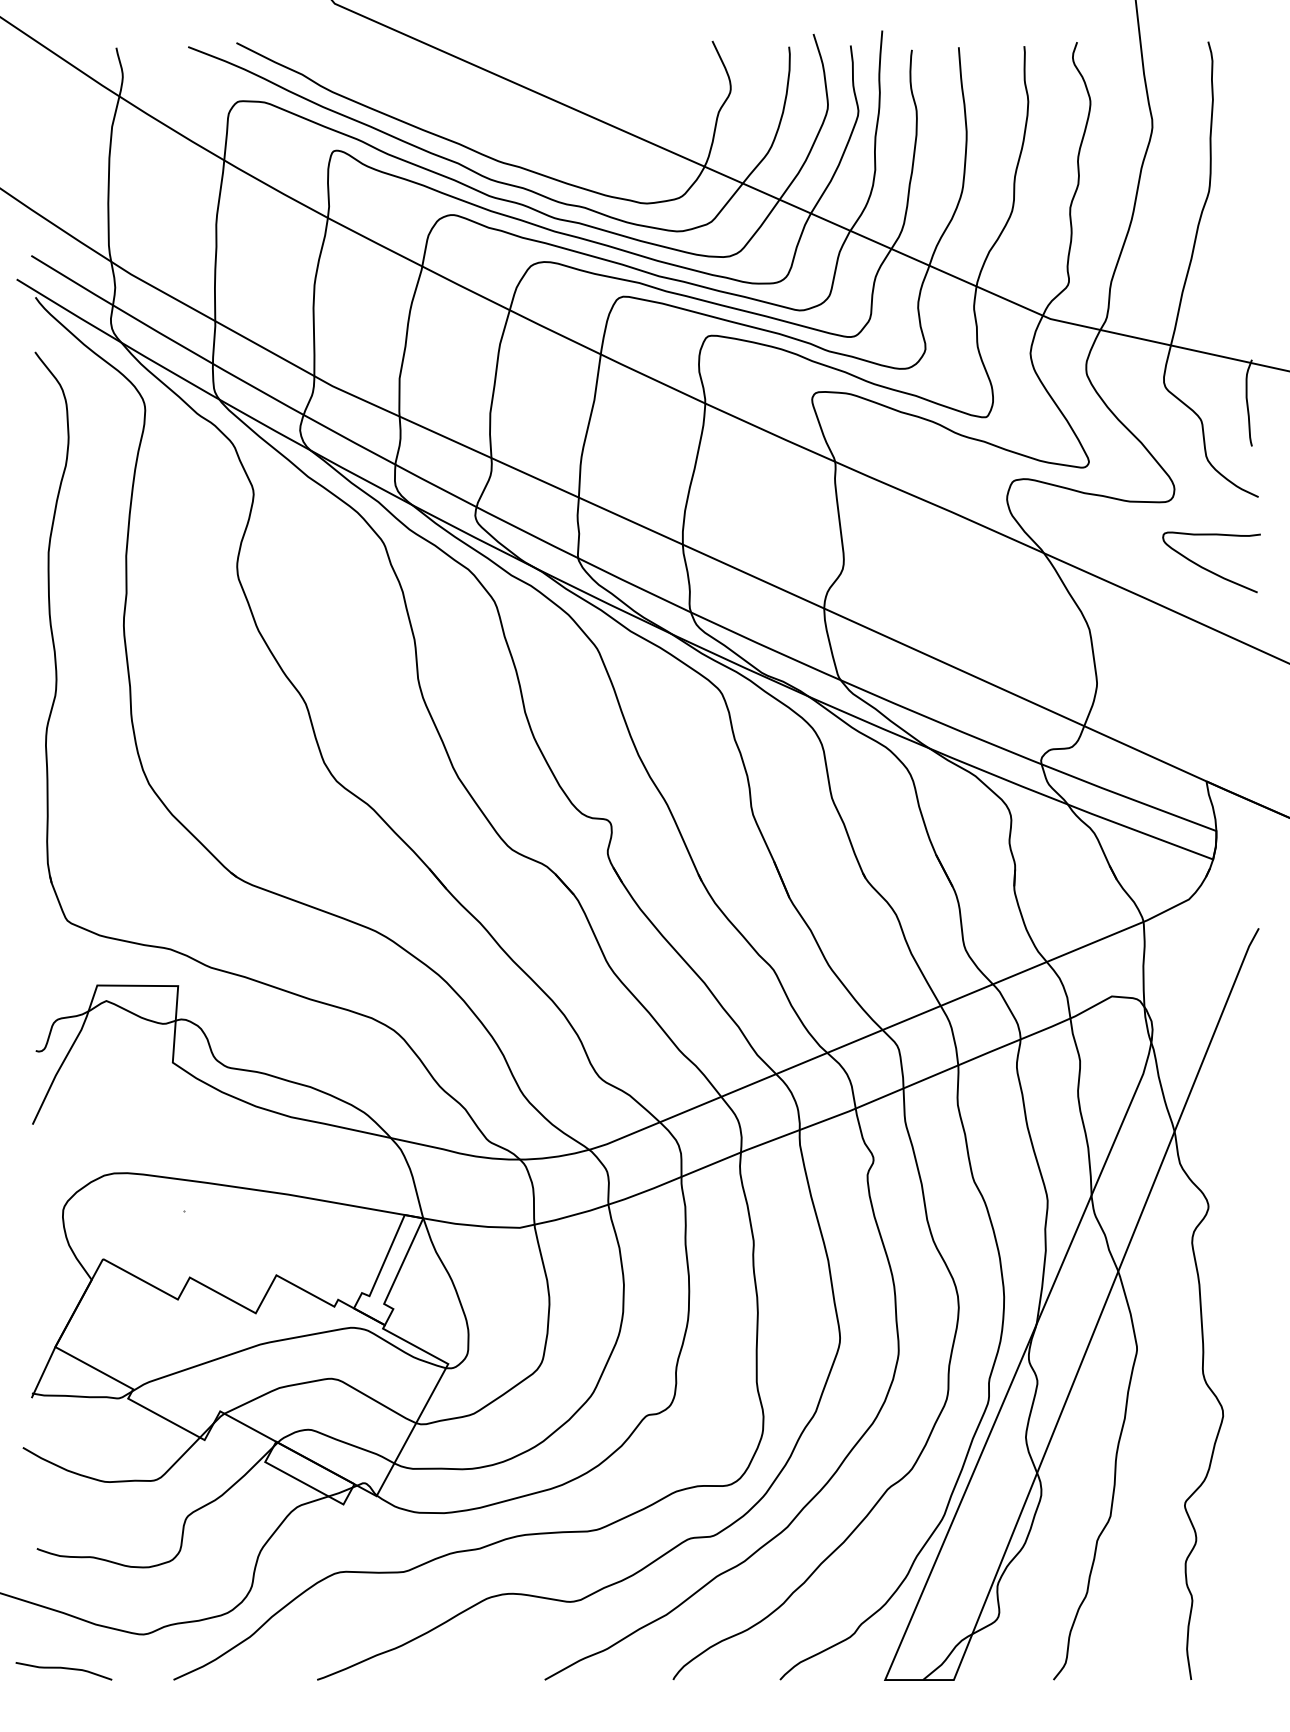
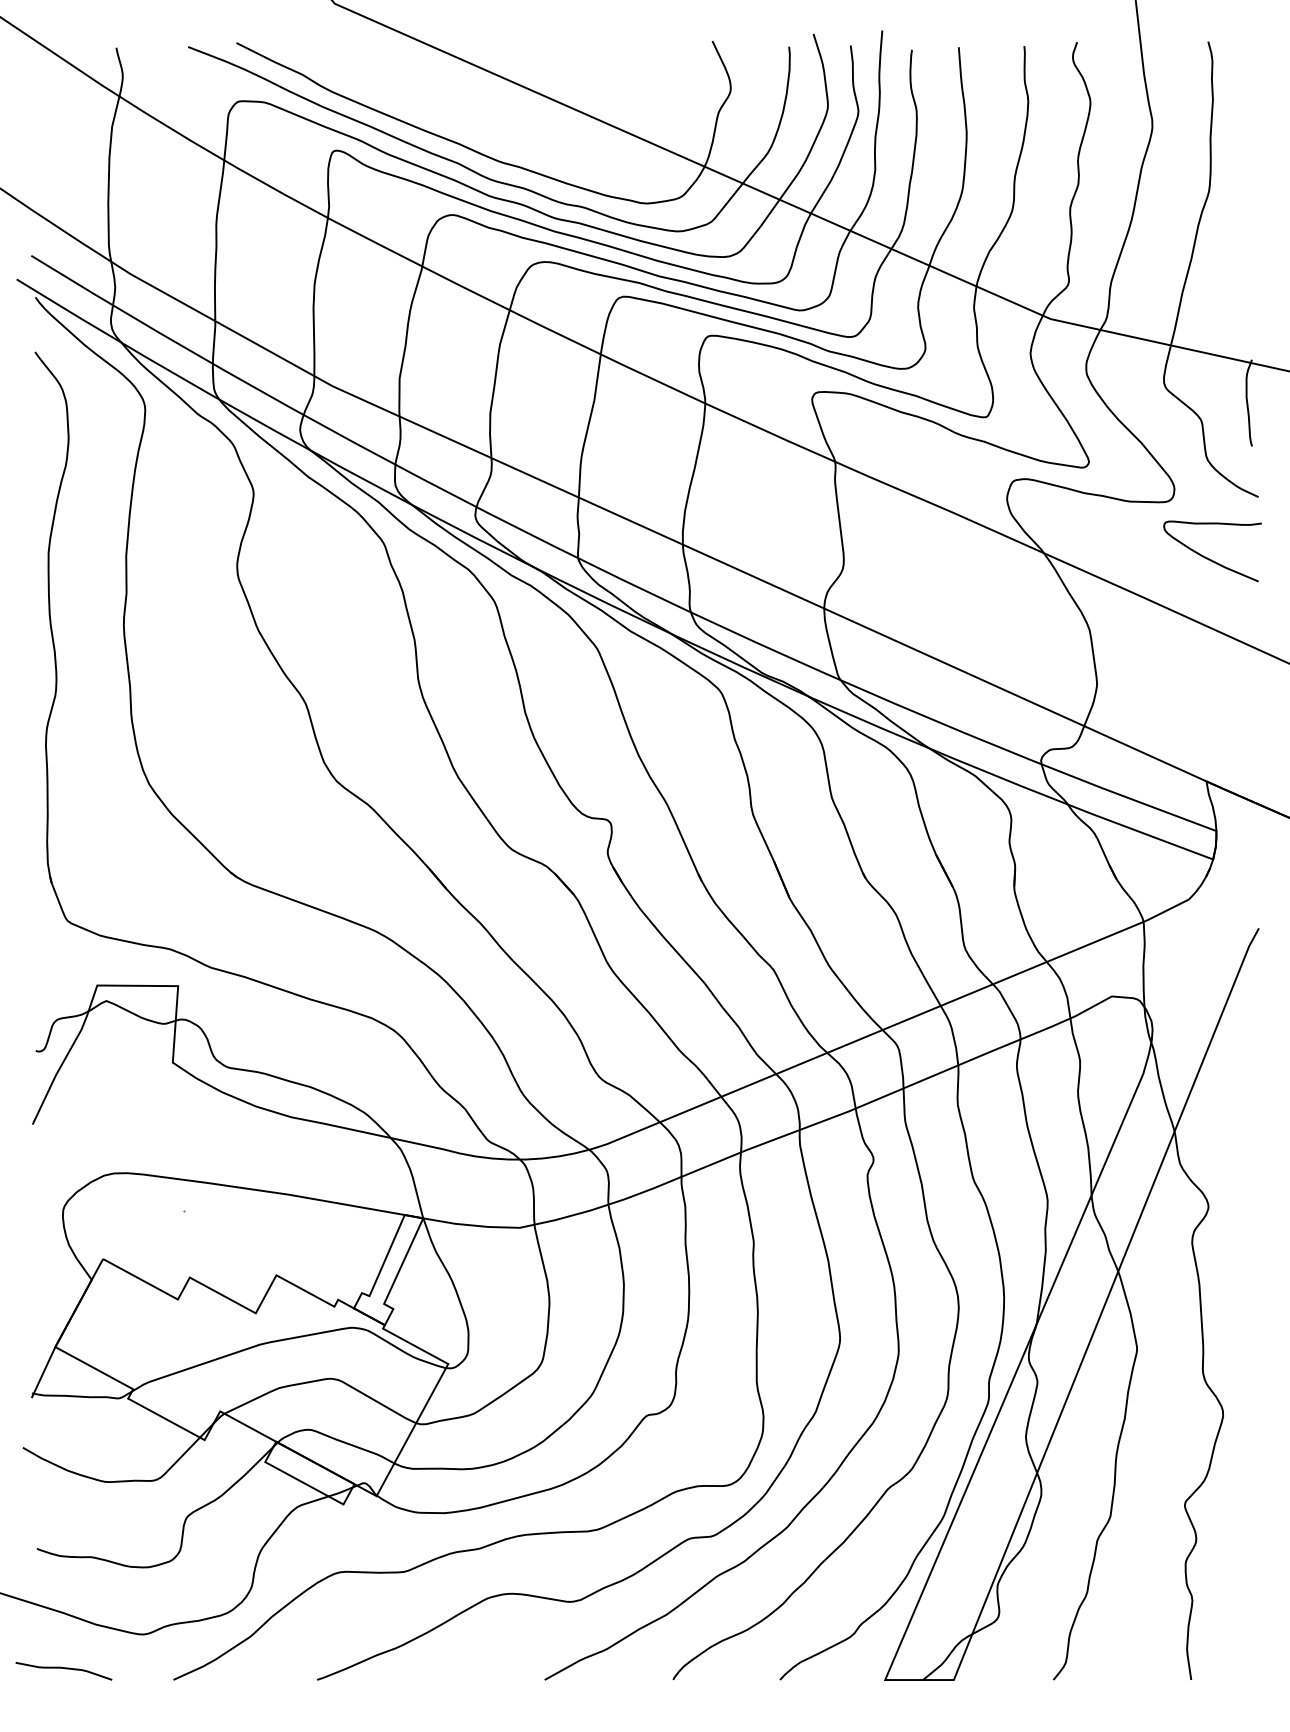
curve at (1208, 569) position: (1208, 569) -> (1209, 558)
